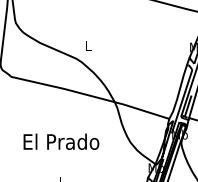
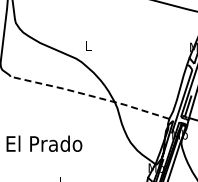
line at (90, 95): solid -> dashed
text at (61, 141) position: (61, 141) -> (44, 143)
